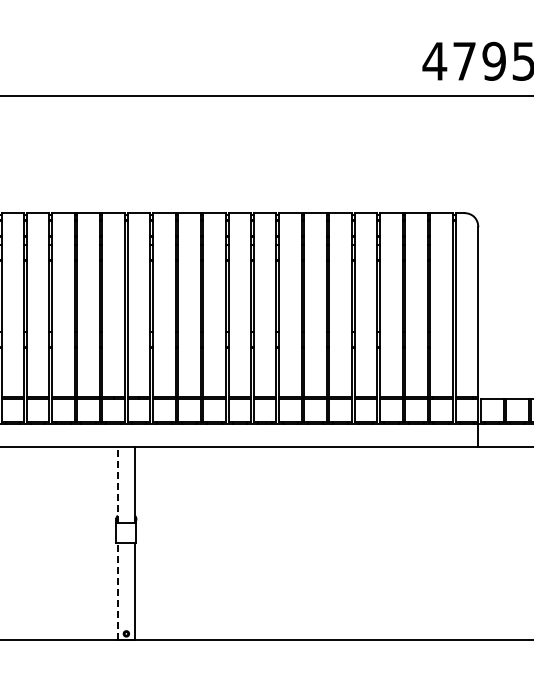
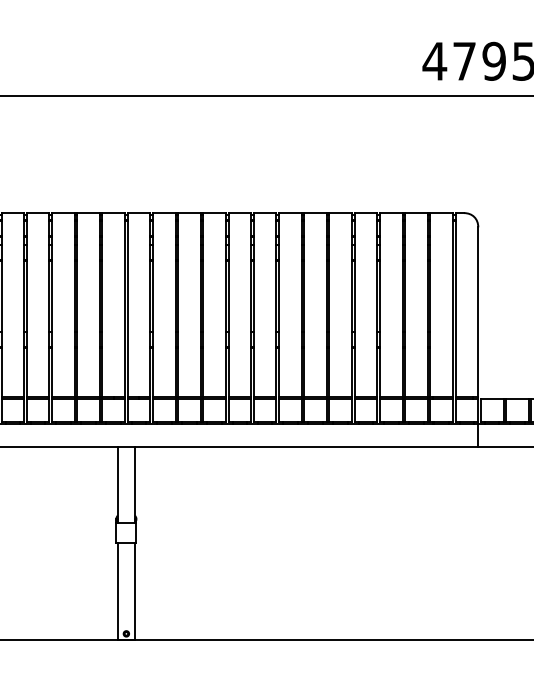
line at (117, 484): dashed -> solid
line at (117, 591): dashed -> solid
